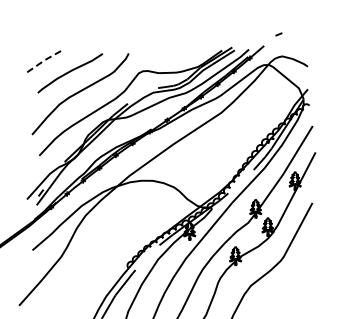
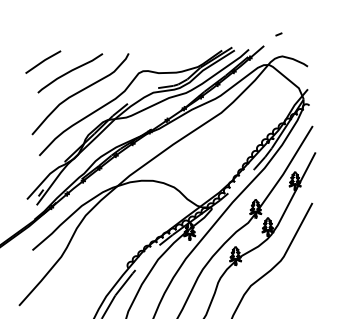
line at (43, 61): dashed -> solid
